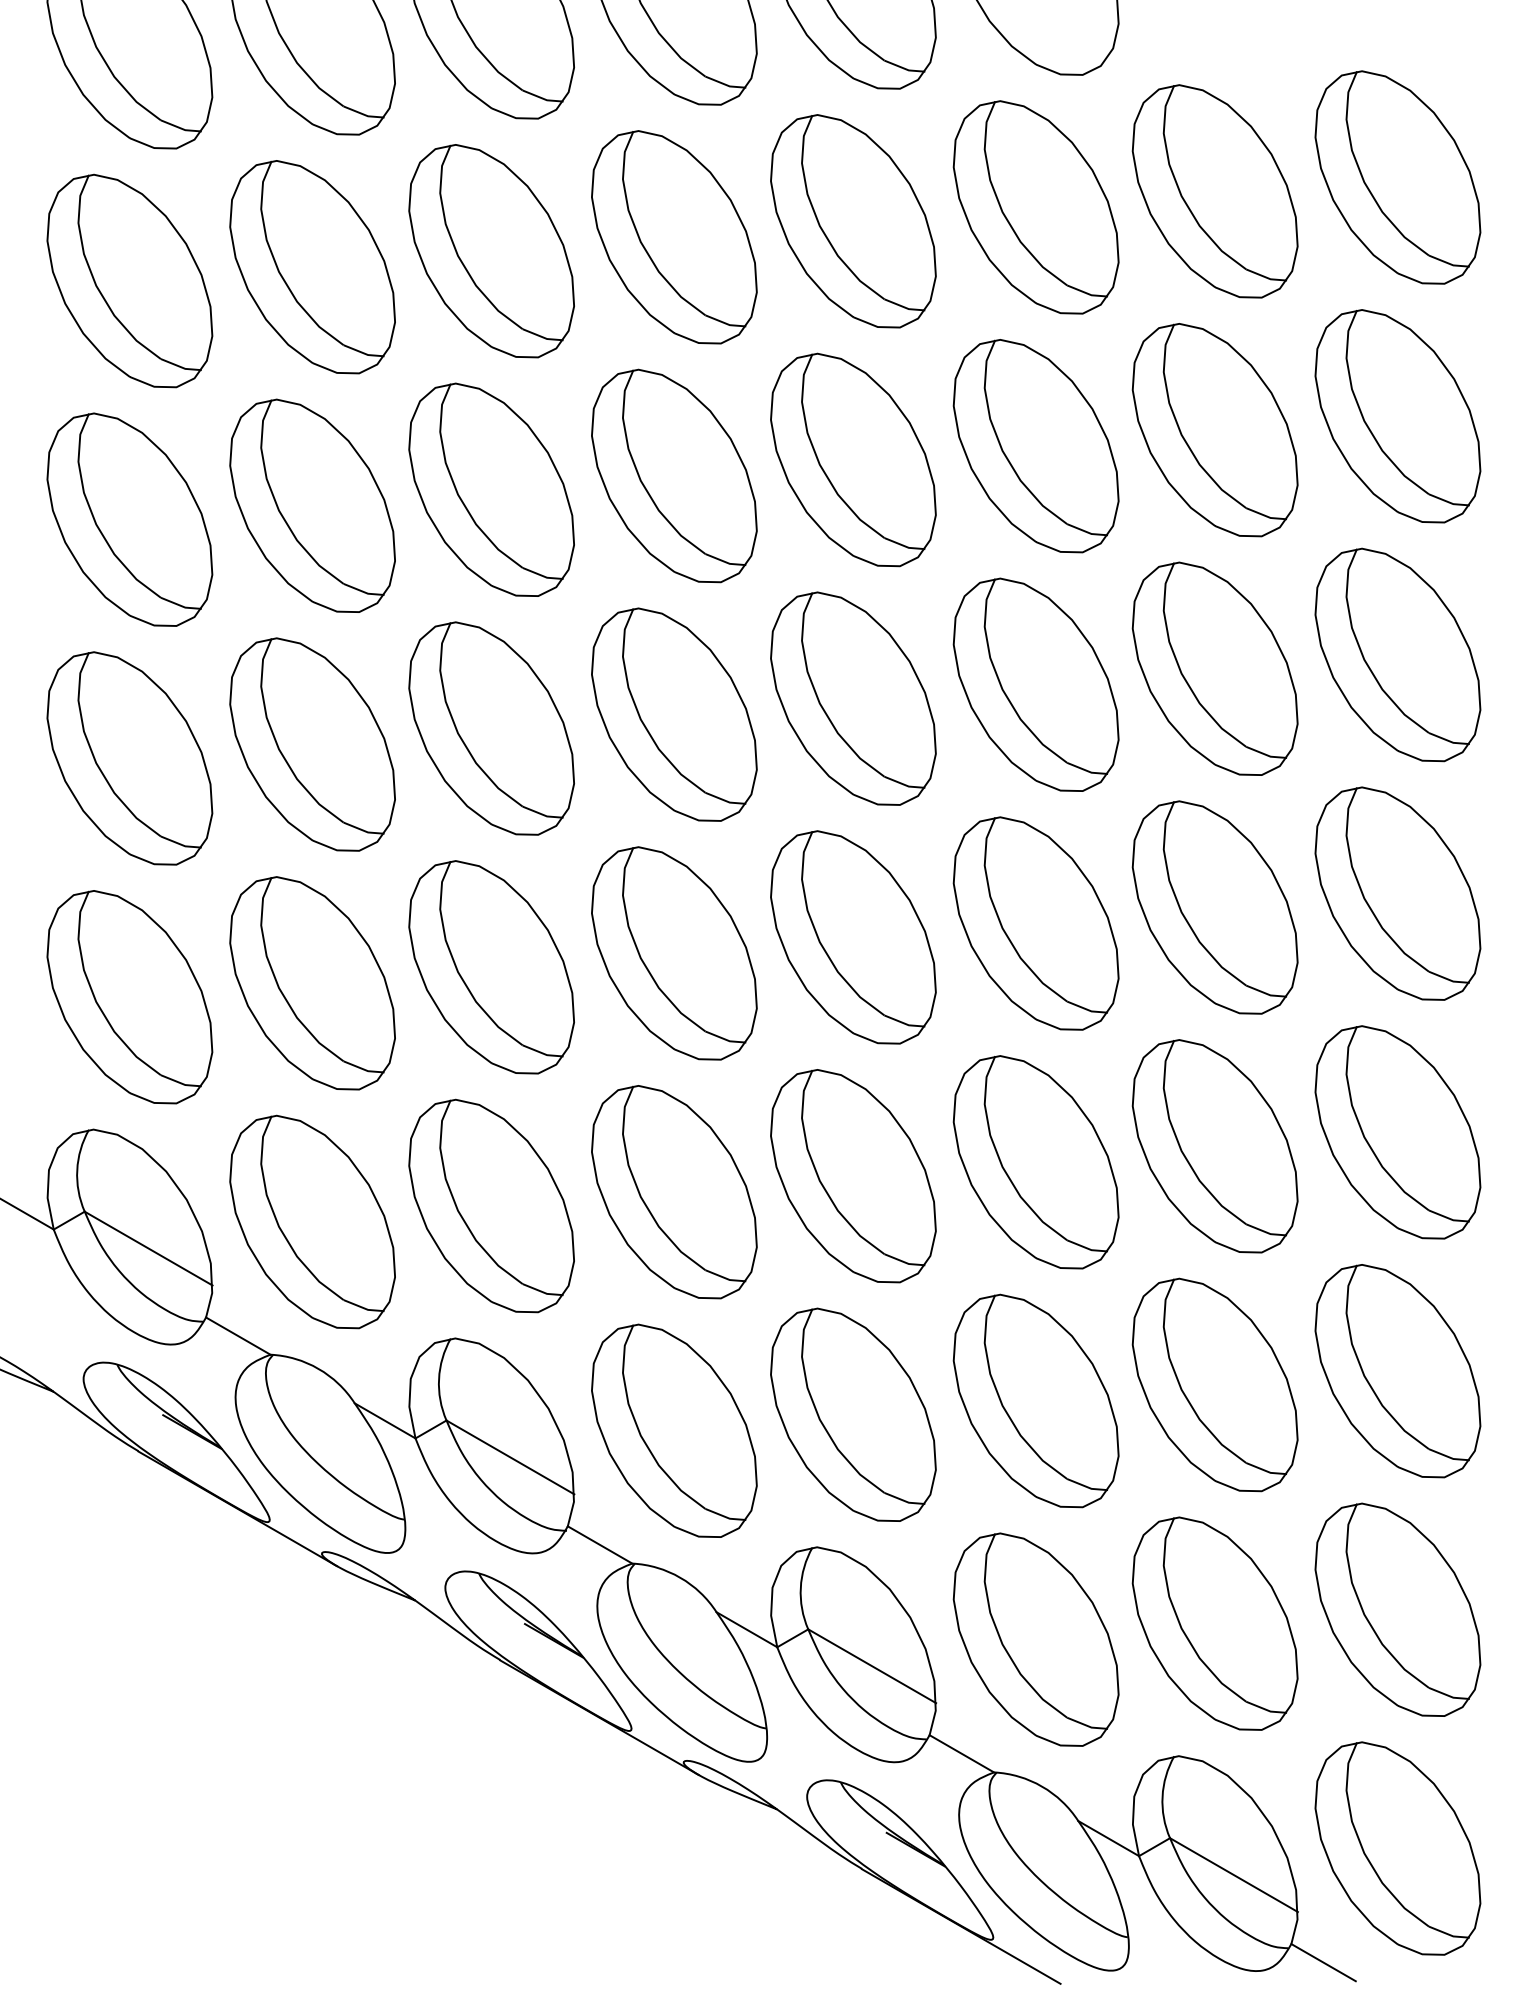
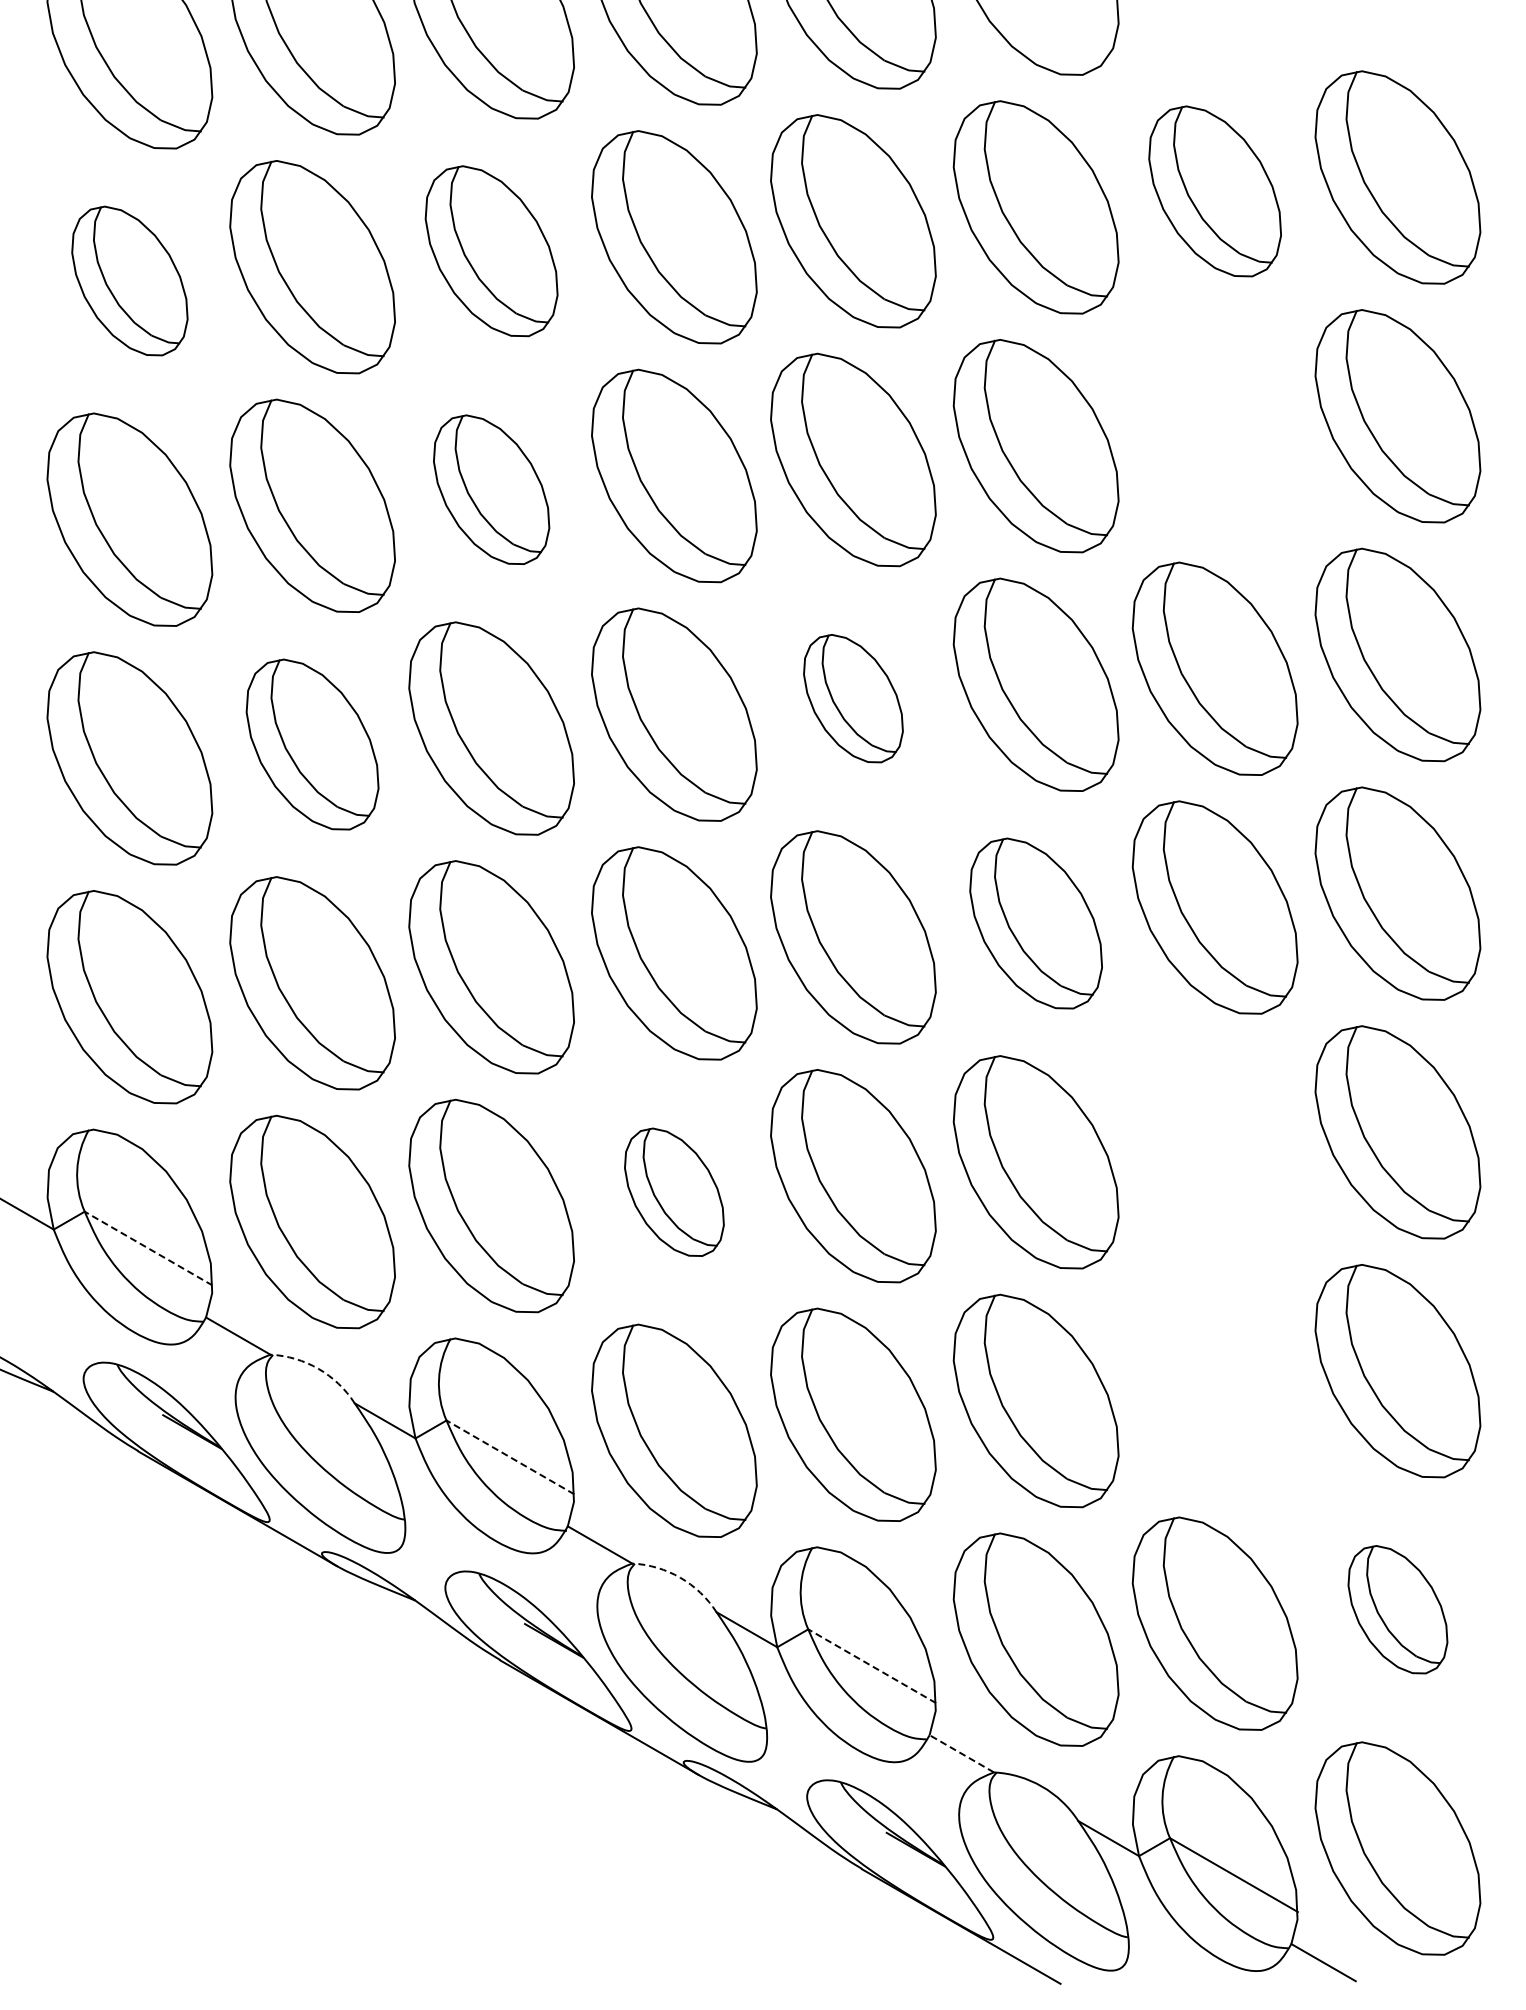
part at (1214, 191) size: 168x215 px -> 134x173 px
part at (491, 251) size: 167x215 px -> 135x173 px
part at (129, 280) size: 168x216 px -> 118x152 px
part at (1214, 430): present -> none
part at (491, 489) size: 167x215 px -> 118x151 px
part at (853, 698) size: 167x215 px -> 101x130 px
part at (312, 744) size: 167x215 px -> 135x173 px
part at (1035, 923) size: 168x215 px -> 134x173 px
part at (1214, 1146): present -> none
part at (674, 1192) size: 167x215 px -> 101x130 px
line at (148, 1248): solid -> dashed
arc at (318, 1368): solid -> dashed
part at (1214, 1384): present -> none
line at (510, 1457): solid -> dashed
arc at (680, 1577): solid -> dashed
part at (1397, 1609) size: 168x215 px -> 102x130 px
line at (872, 1666): solid -> dashed
line at (961, 1753): solid -> dashed
